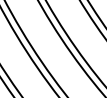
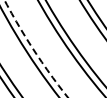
arc at (34, 51): solid -> dashed
